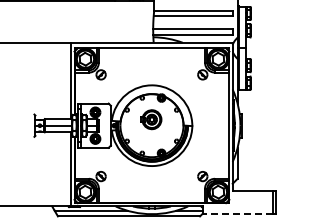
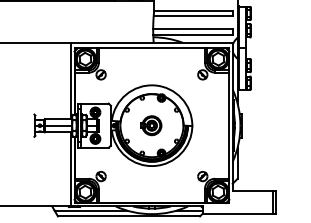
part at (151, 119) position: (151, 119) -> (151, 125)
line at (237, 214): dashed -> solid
